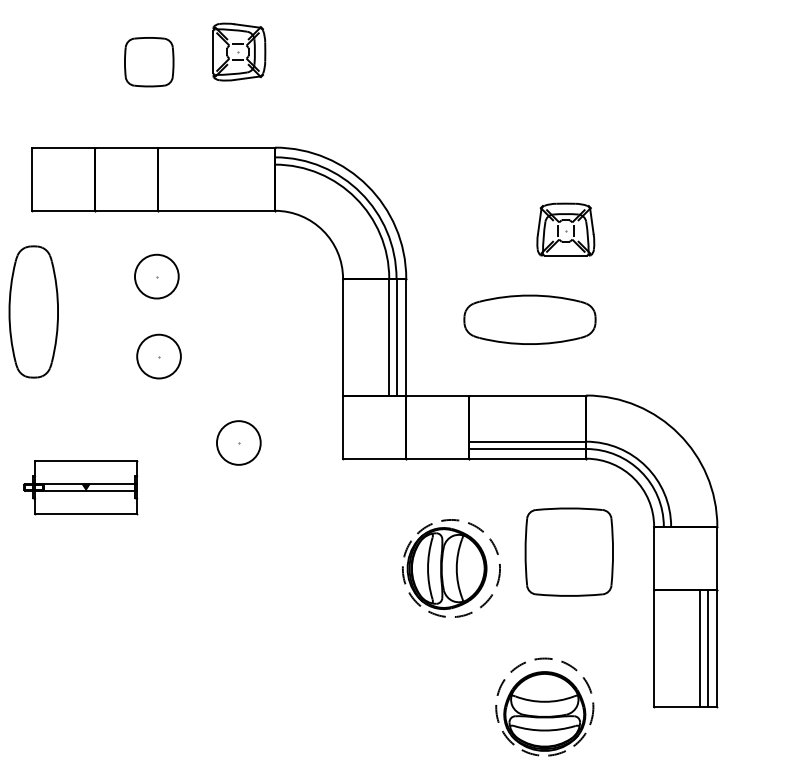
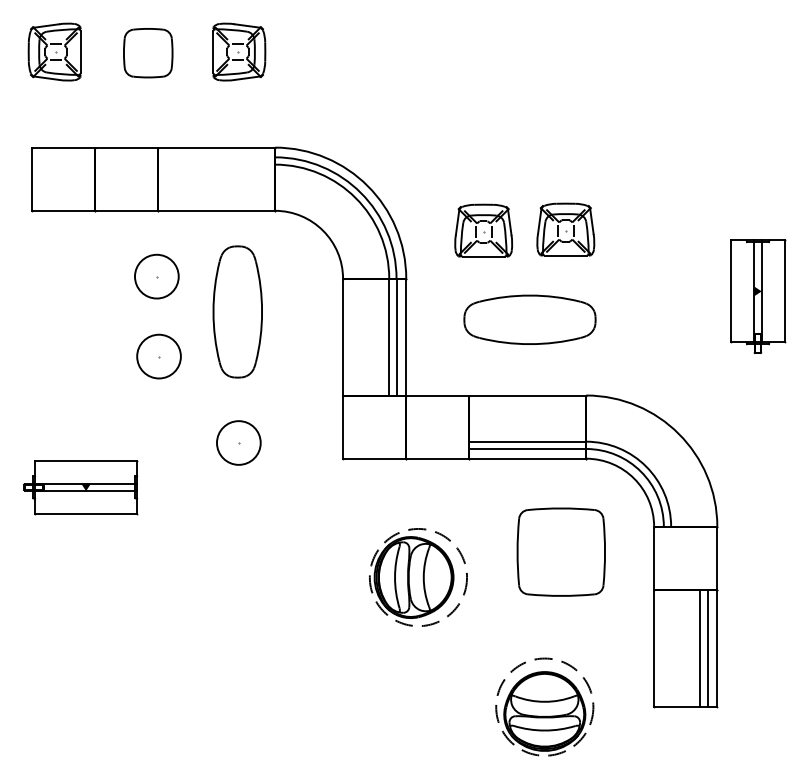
part at (54, 51): none -> present
part at (149, 62) position: (149, 62) -> (148, 53)
part at (483, 230): none -> present
part at (758, 296): none -> present
part at (33, 311) position: (33, 311) -> (237, 311)
part at (568, 551) position: (568, 551) -> (560, 551)
part at (451, 568) position: (451, 568) -> (418, 577)
